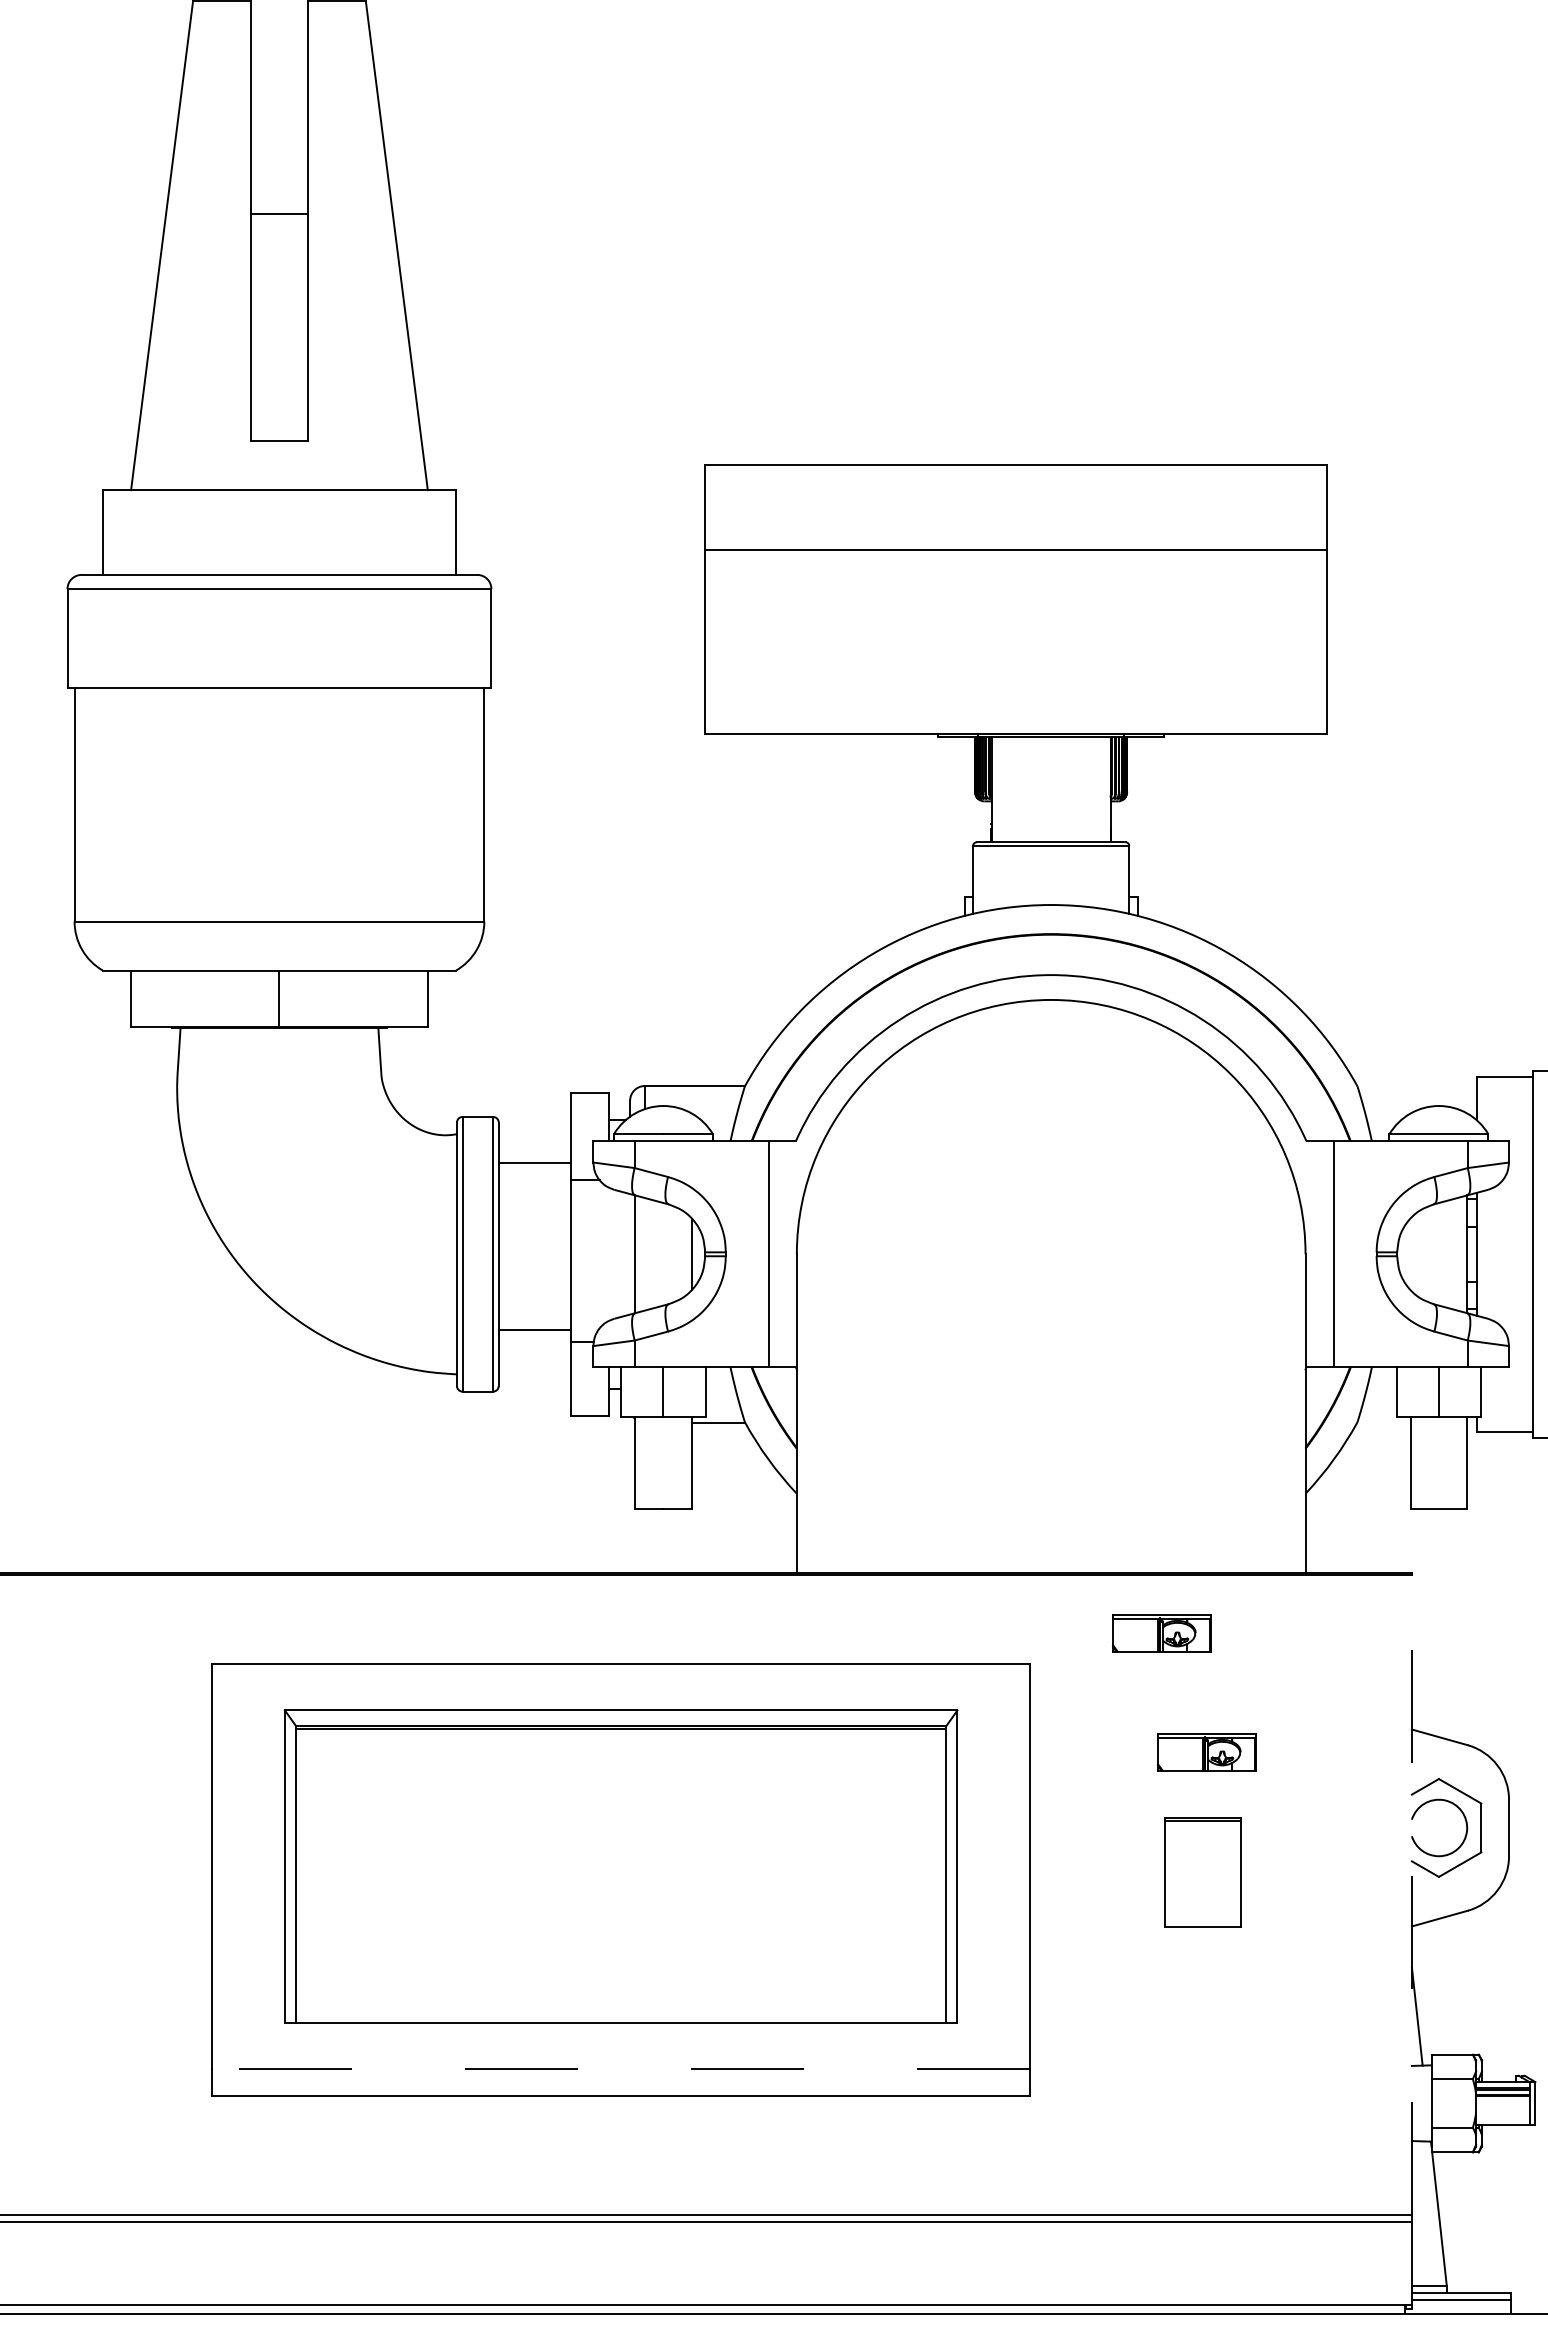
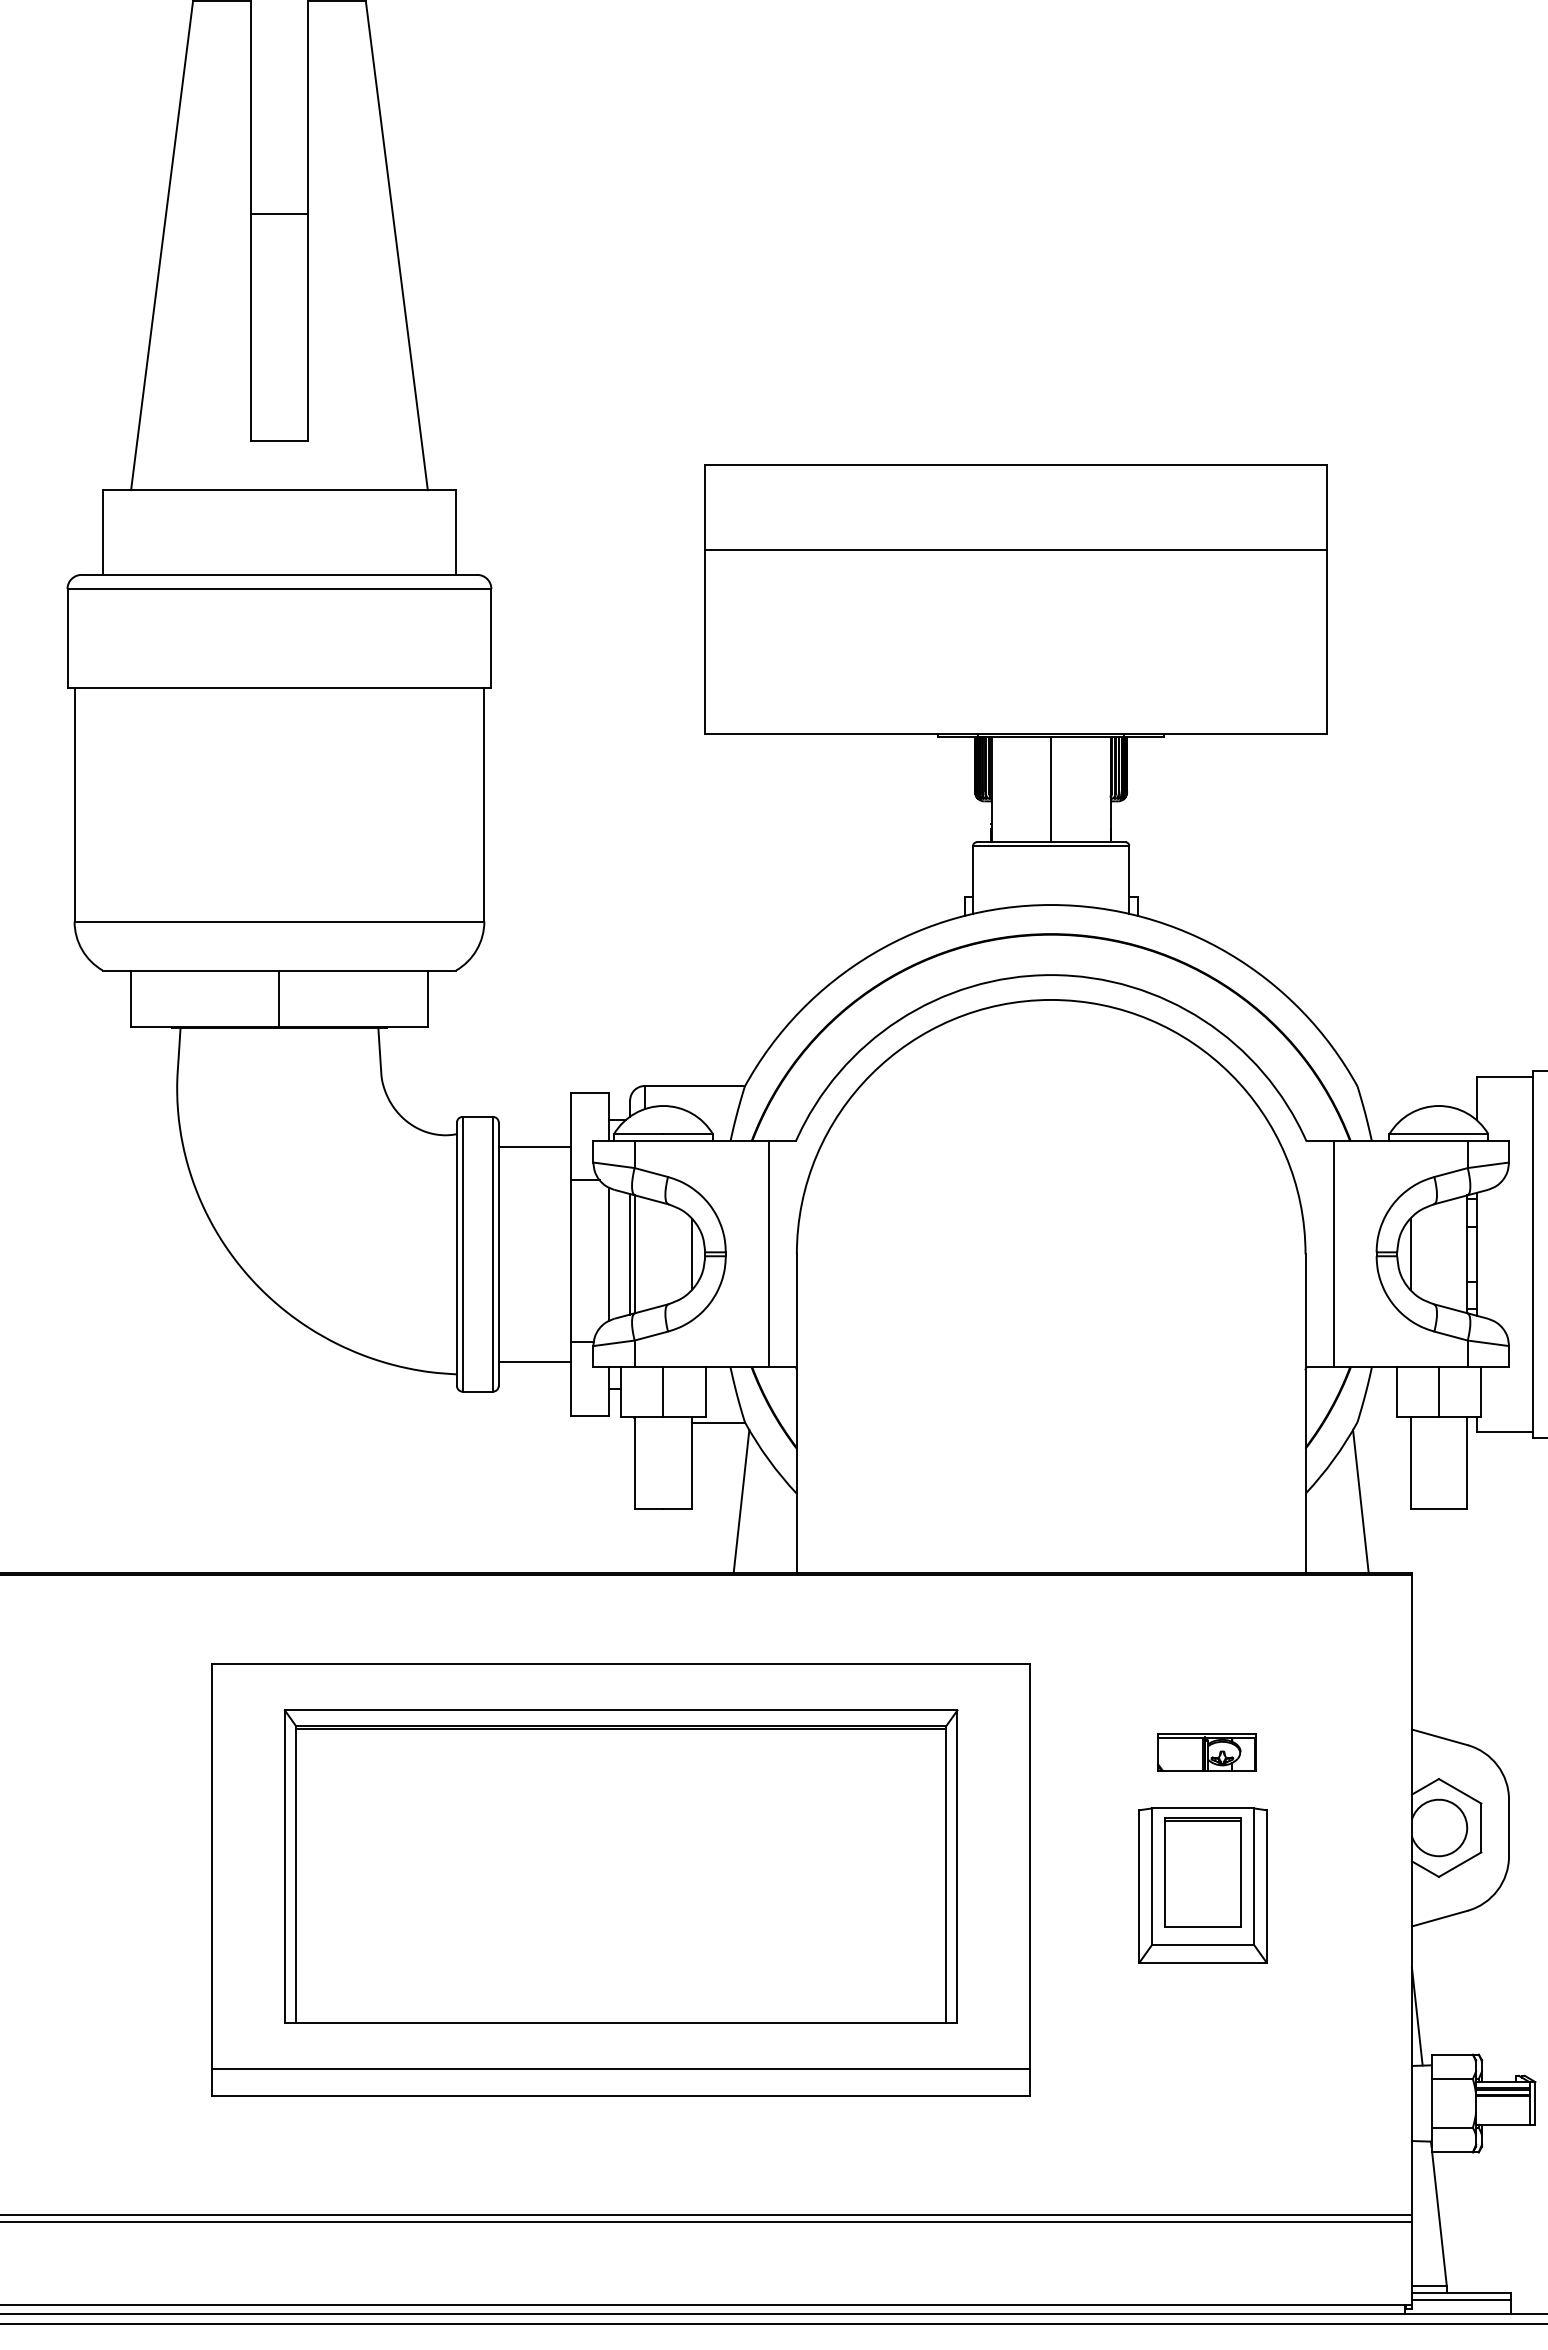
line at (1051, 789): none -> present
line at (534, 1162) position: (534, 1162) -> (534, 1146)
line at (630, 1253): none -> present
line at (609, 1254): none -> present
line at (1410, 1254): none -> present
line at (534, 1329) position: (534, 1329) -> (534, 1361)
line at (741, 1501): none -> present
line at (1360, 1501): none -> present
part at (1161, 1633): present -> none
part at (1202, 1885): none -> present
line at (1411, 1894): dashed -> solid
line at (620, 2068): dashed -> solid
line at (773, 2324): none -> present
